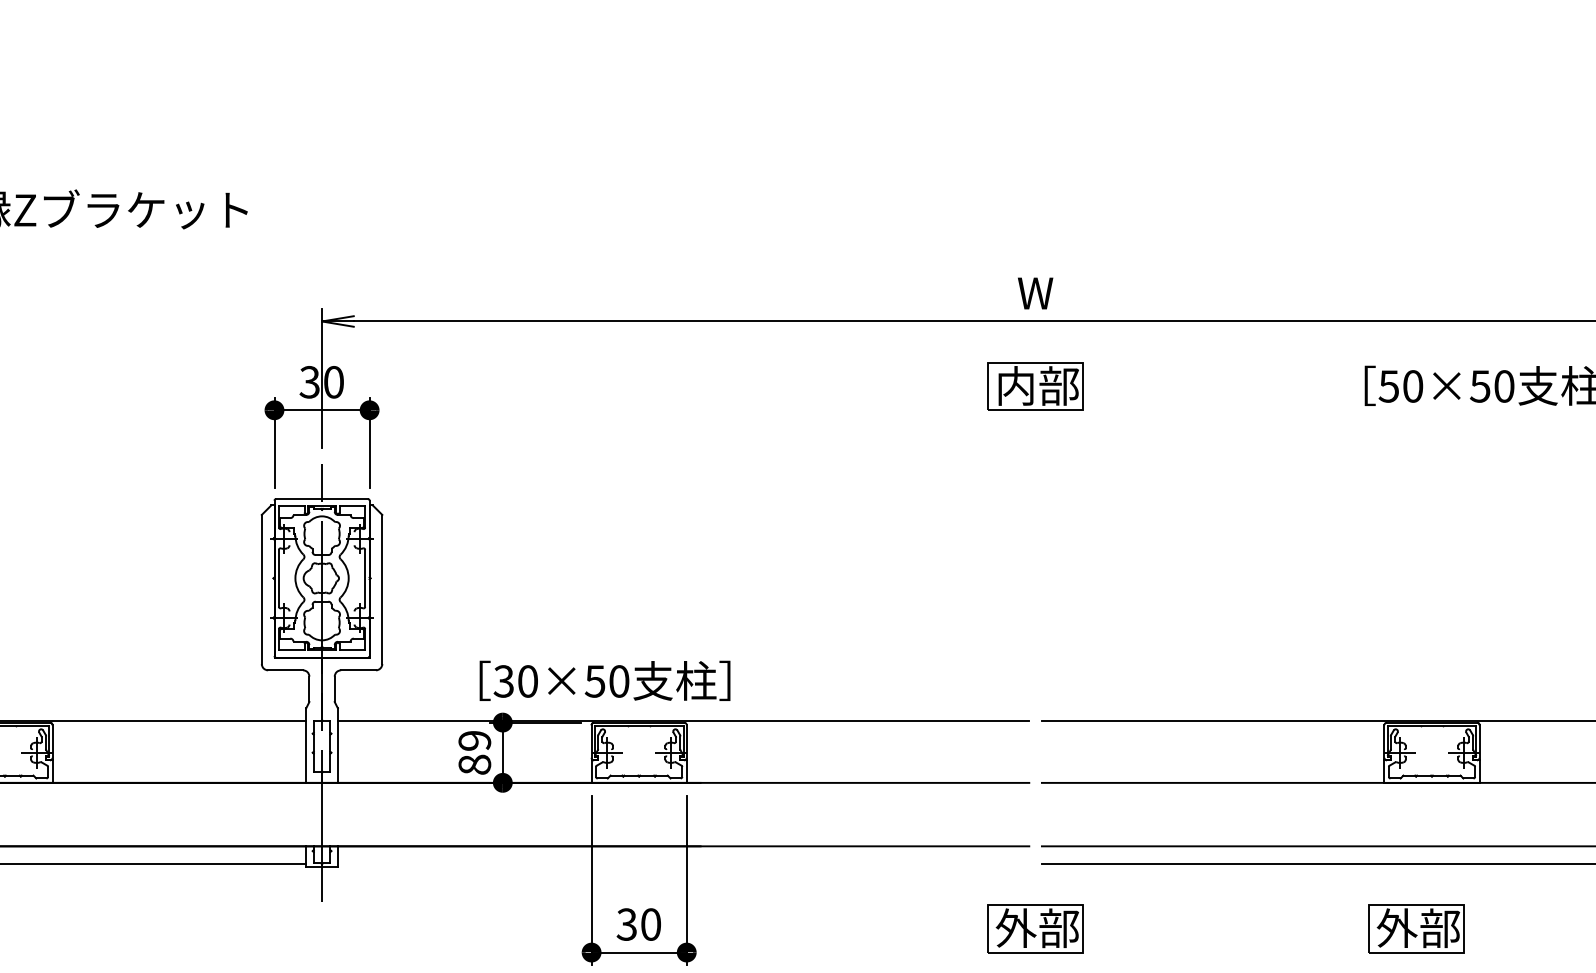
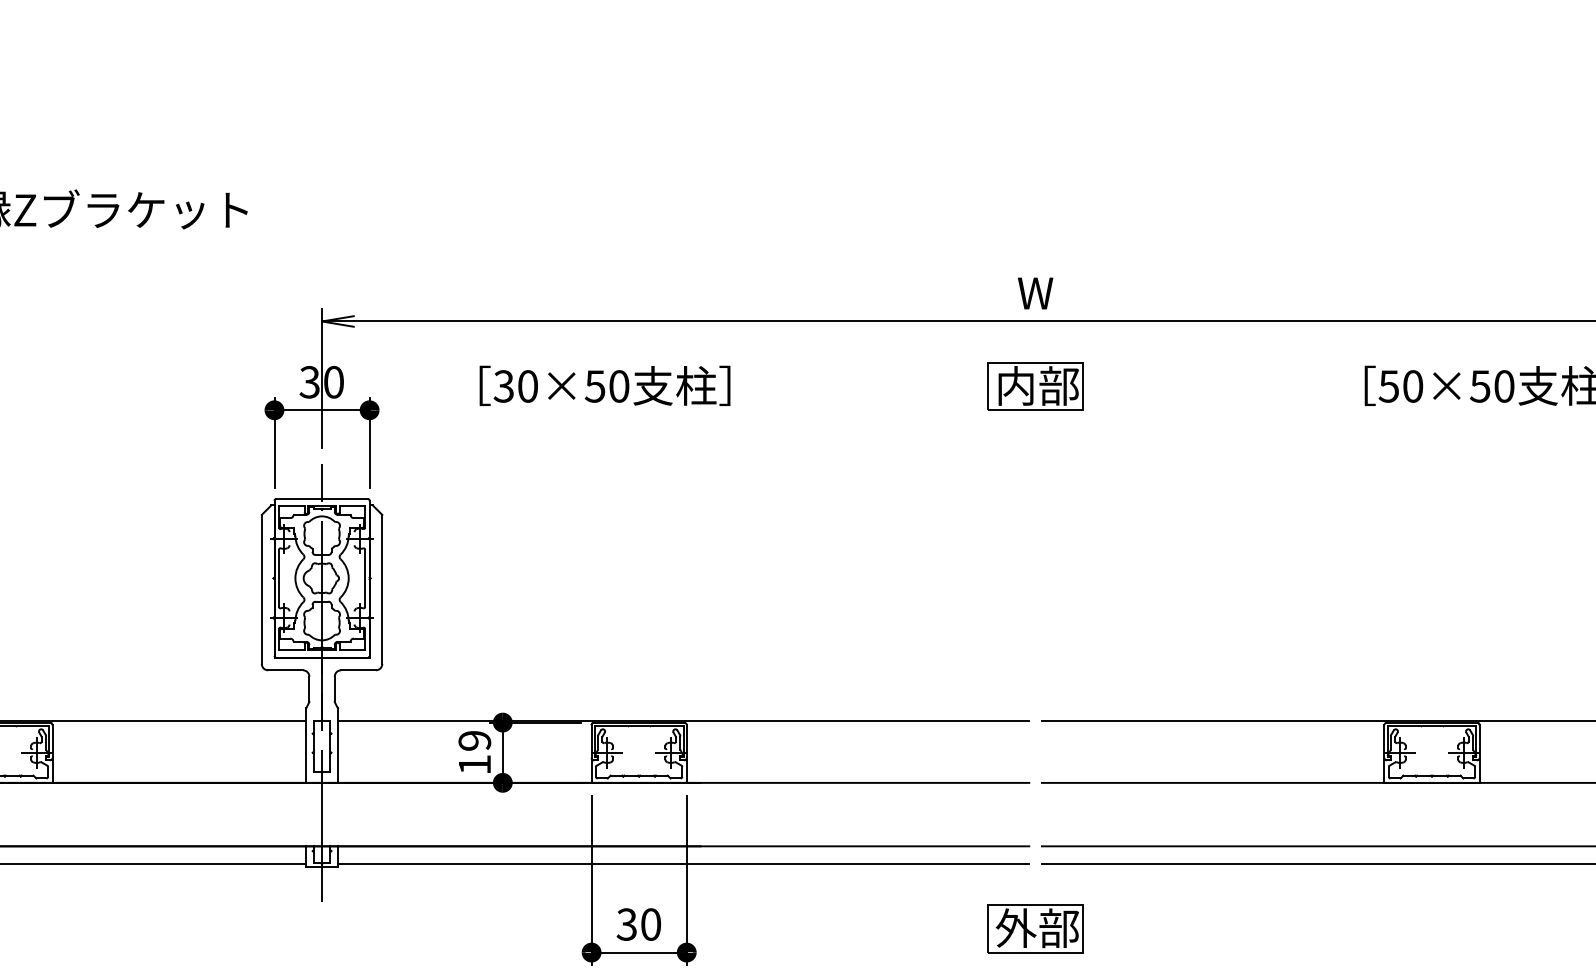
text at (604, 680) position: (604, 680) -> (604, 385)
text at (474, 764): 89 -> 19
line at (683, 863): none -> present
part at (1416, 928): present -> none
